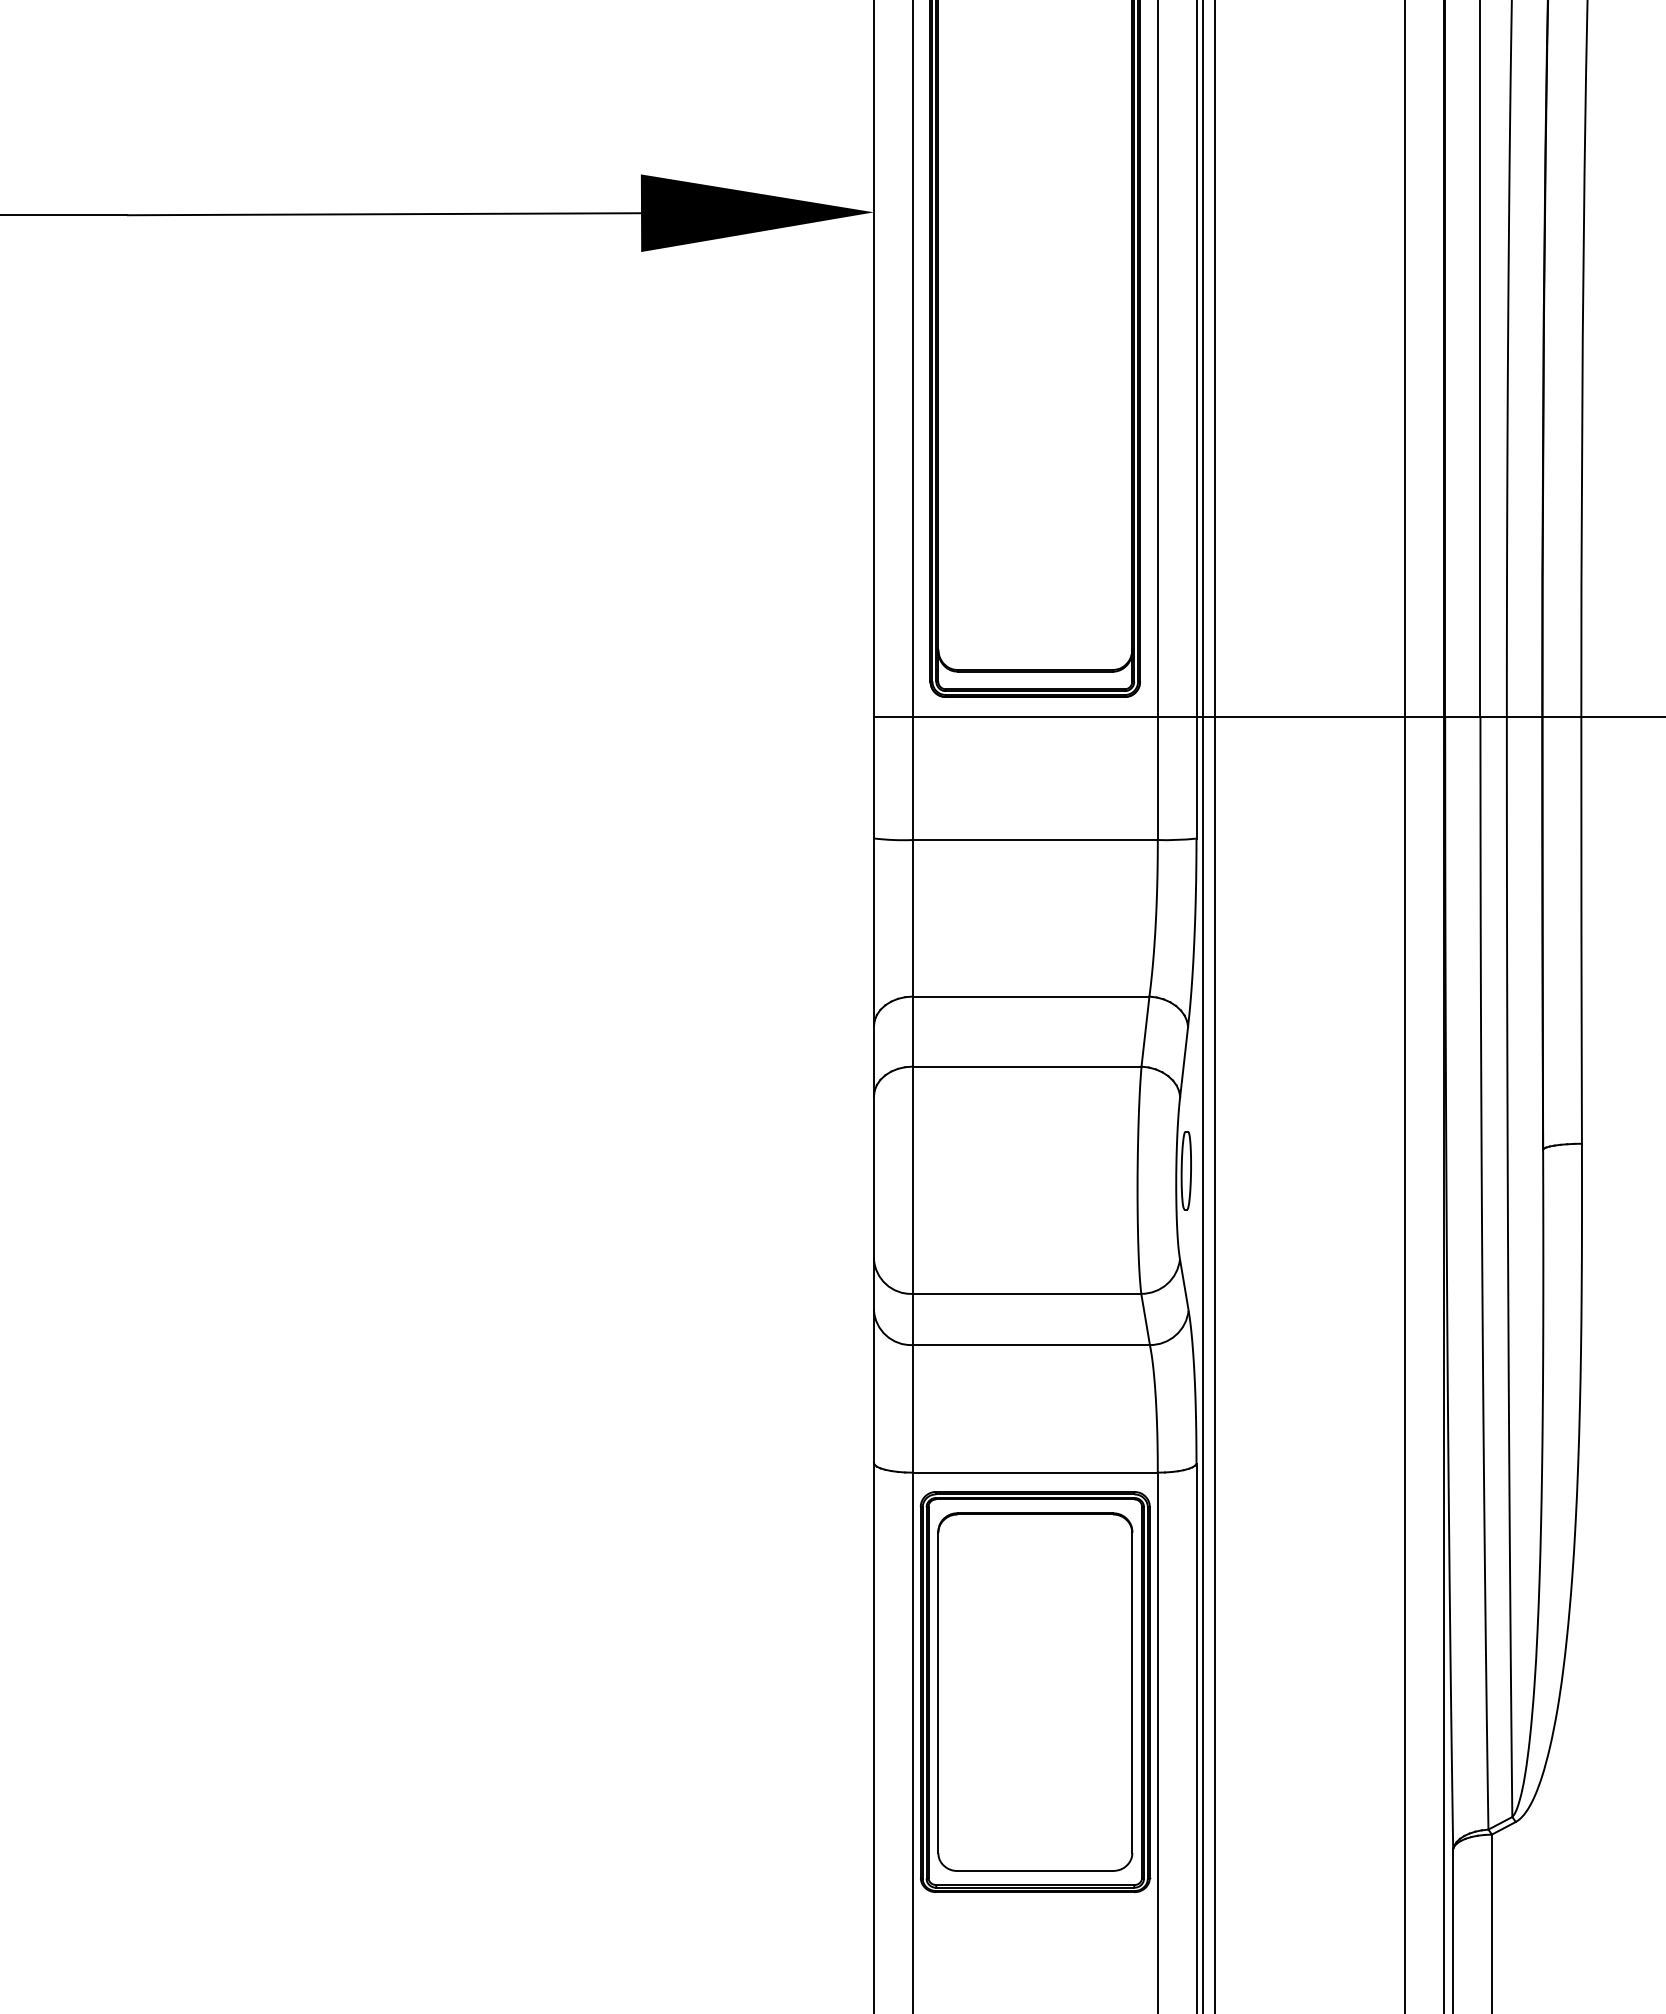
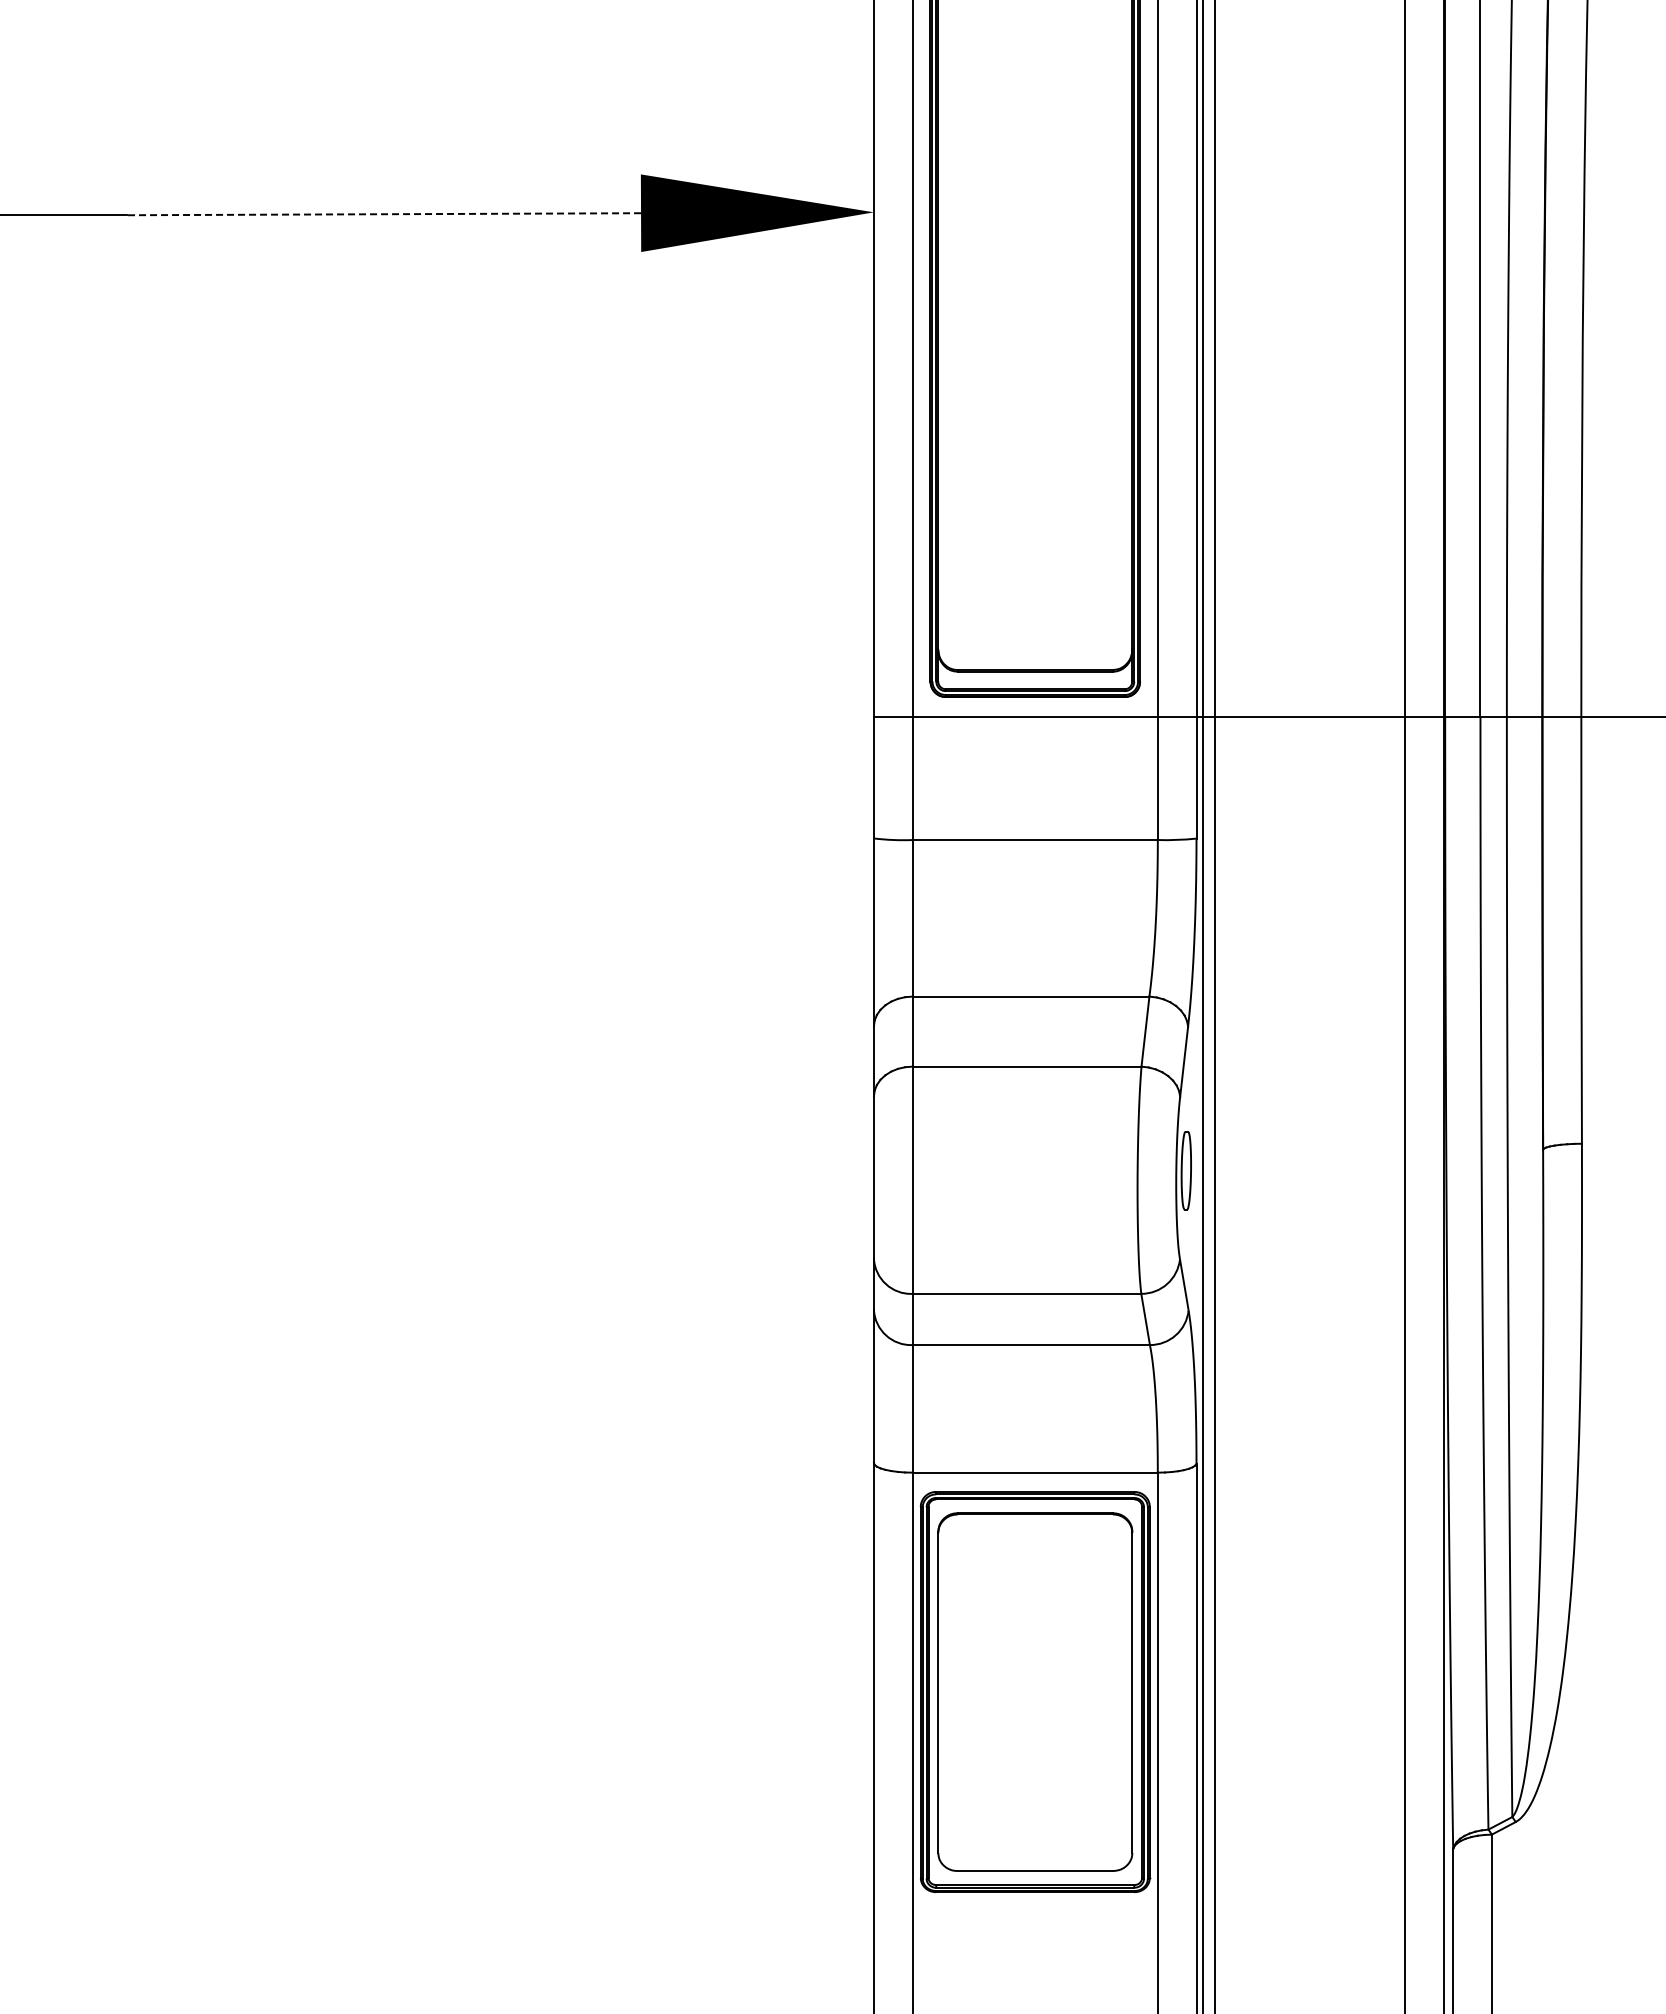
line at (384, 214): solid -> dashed
